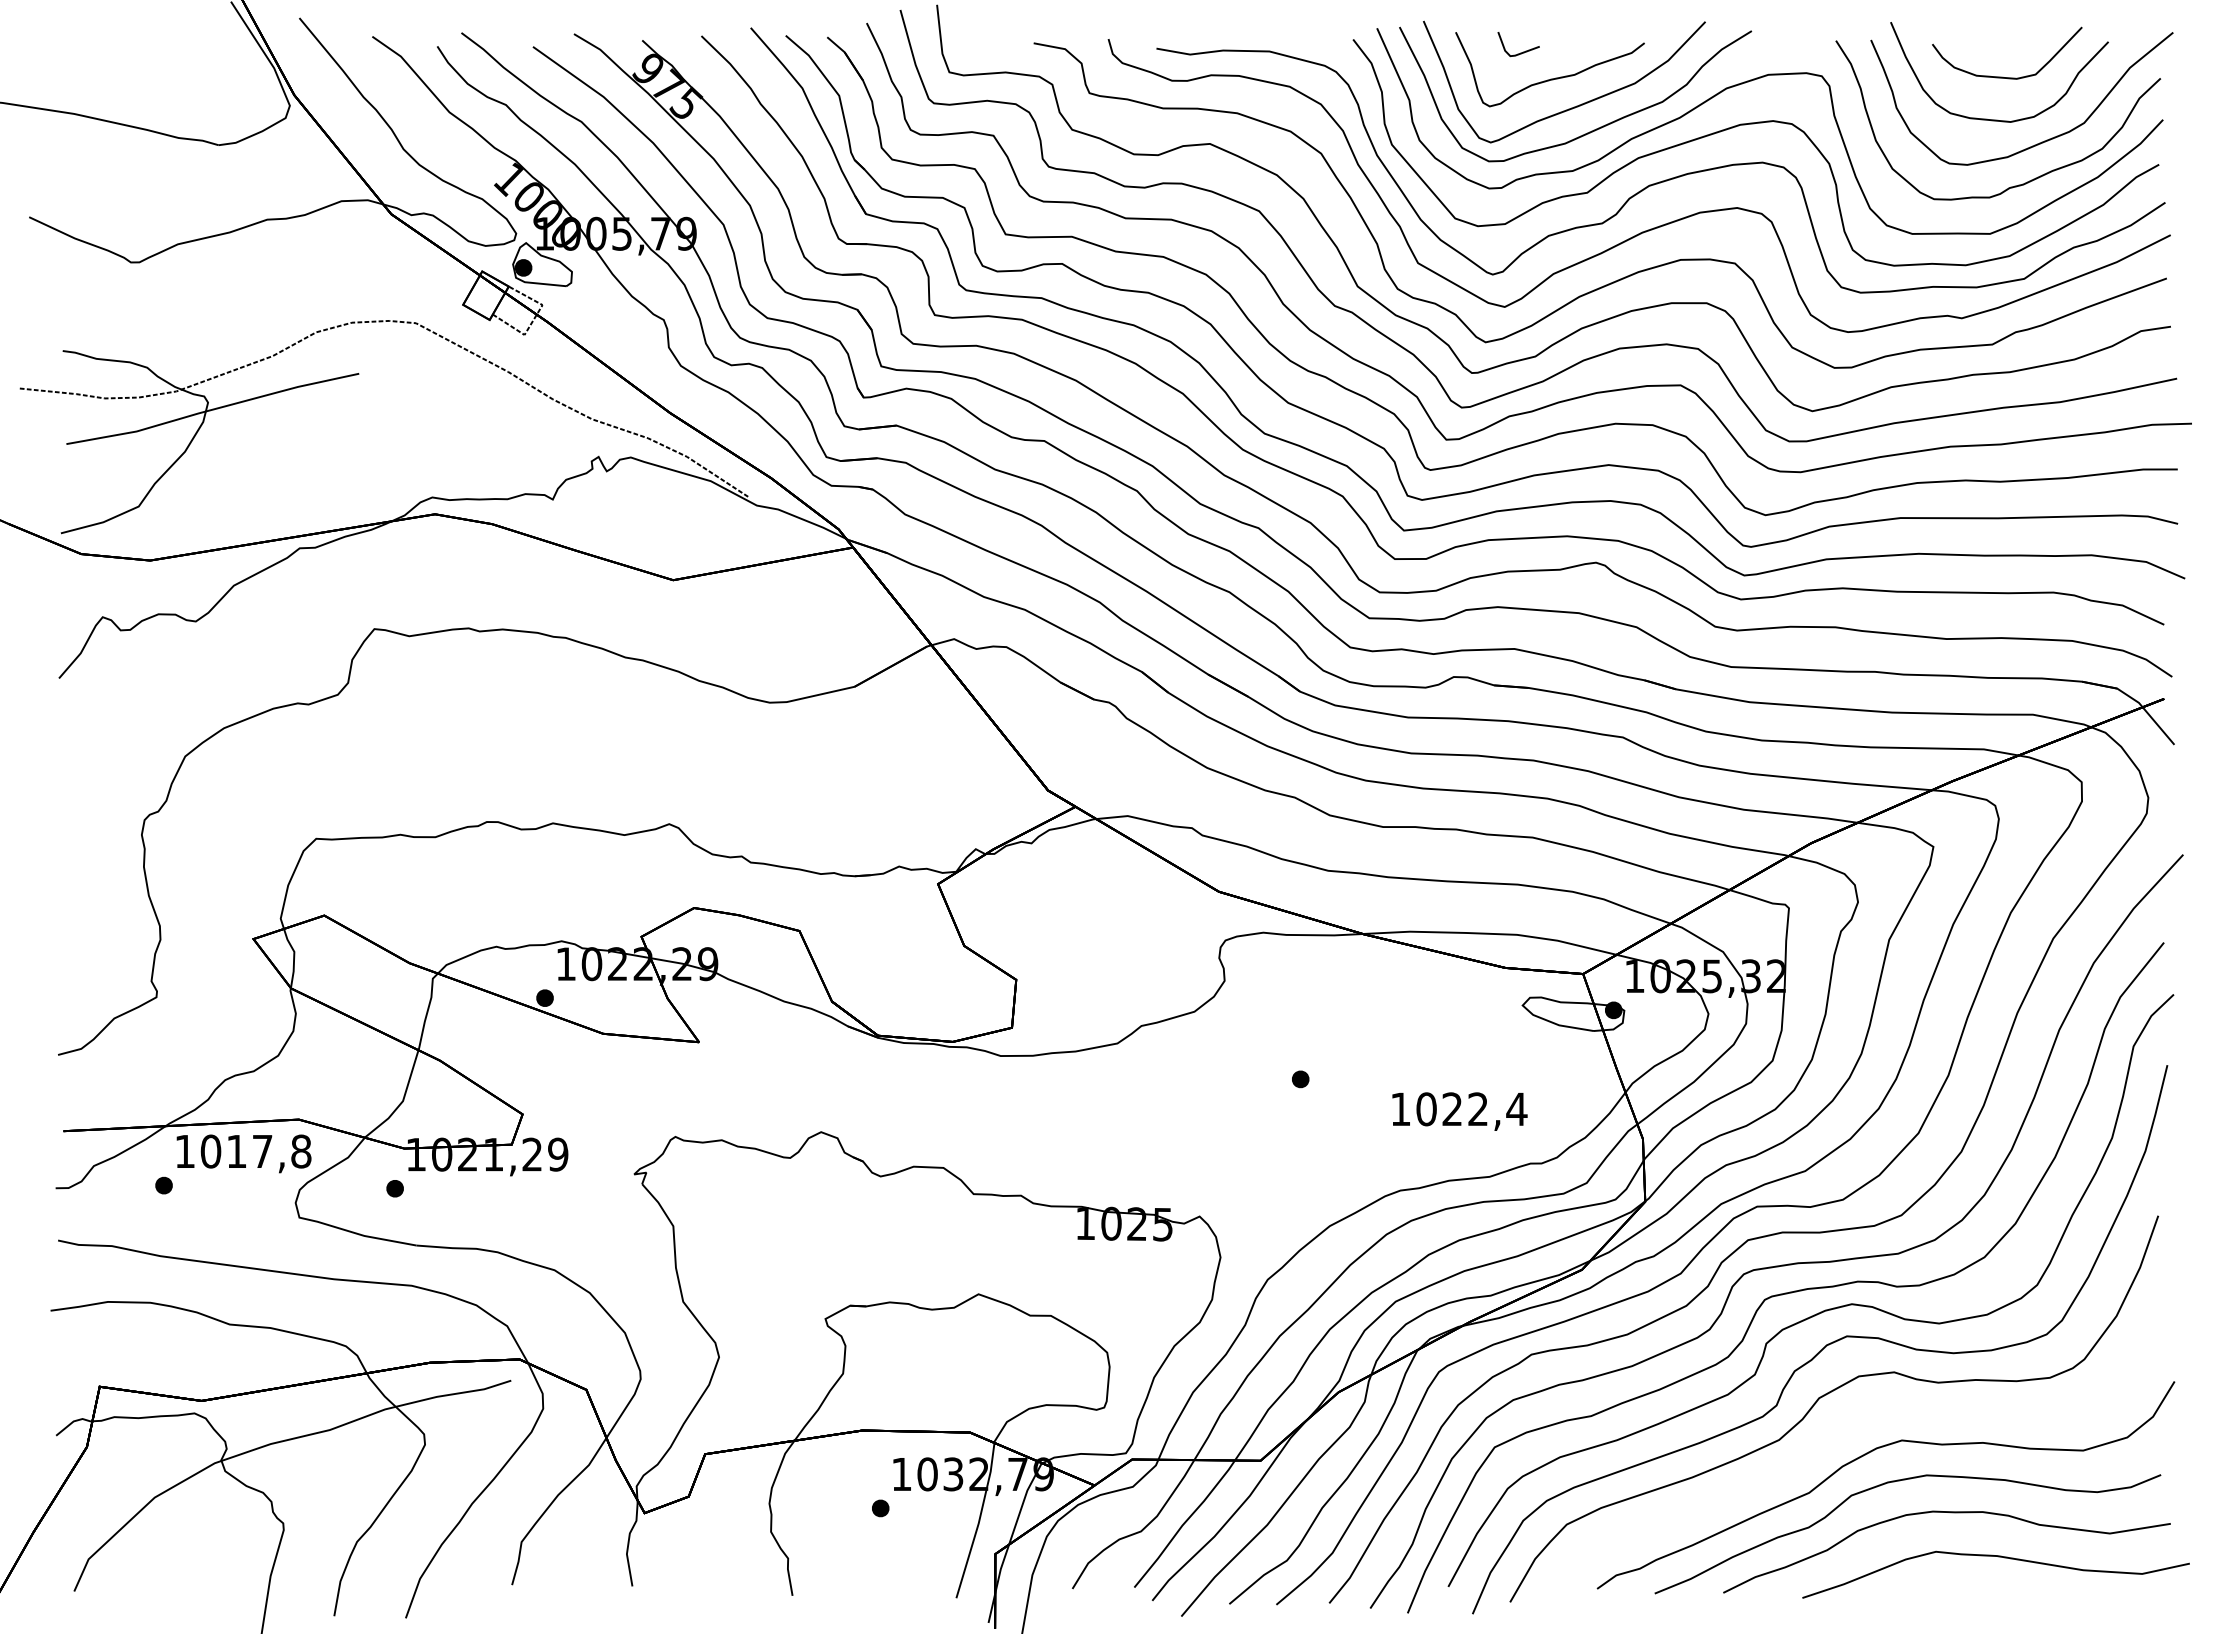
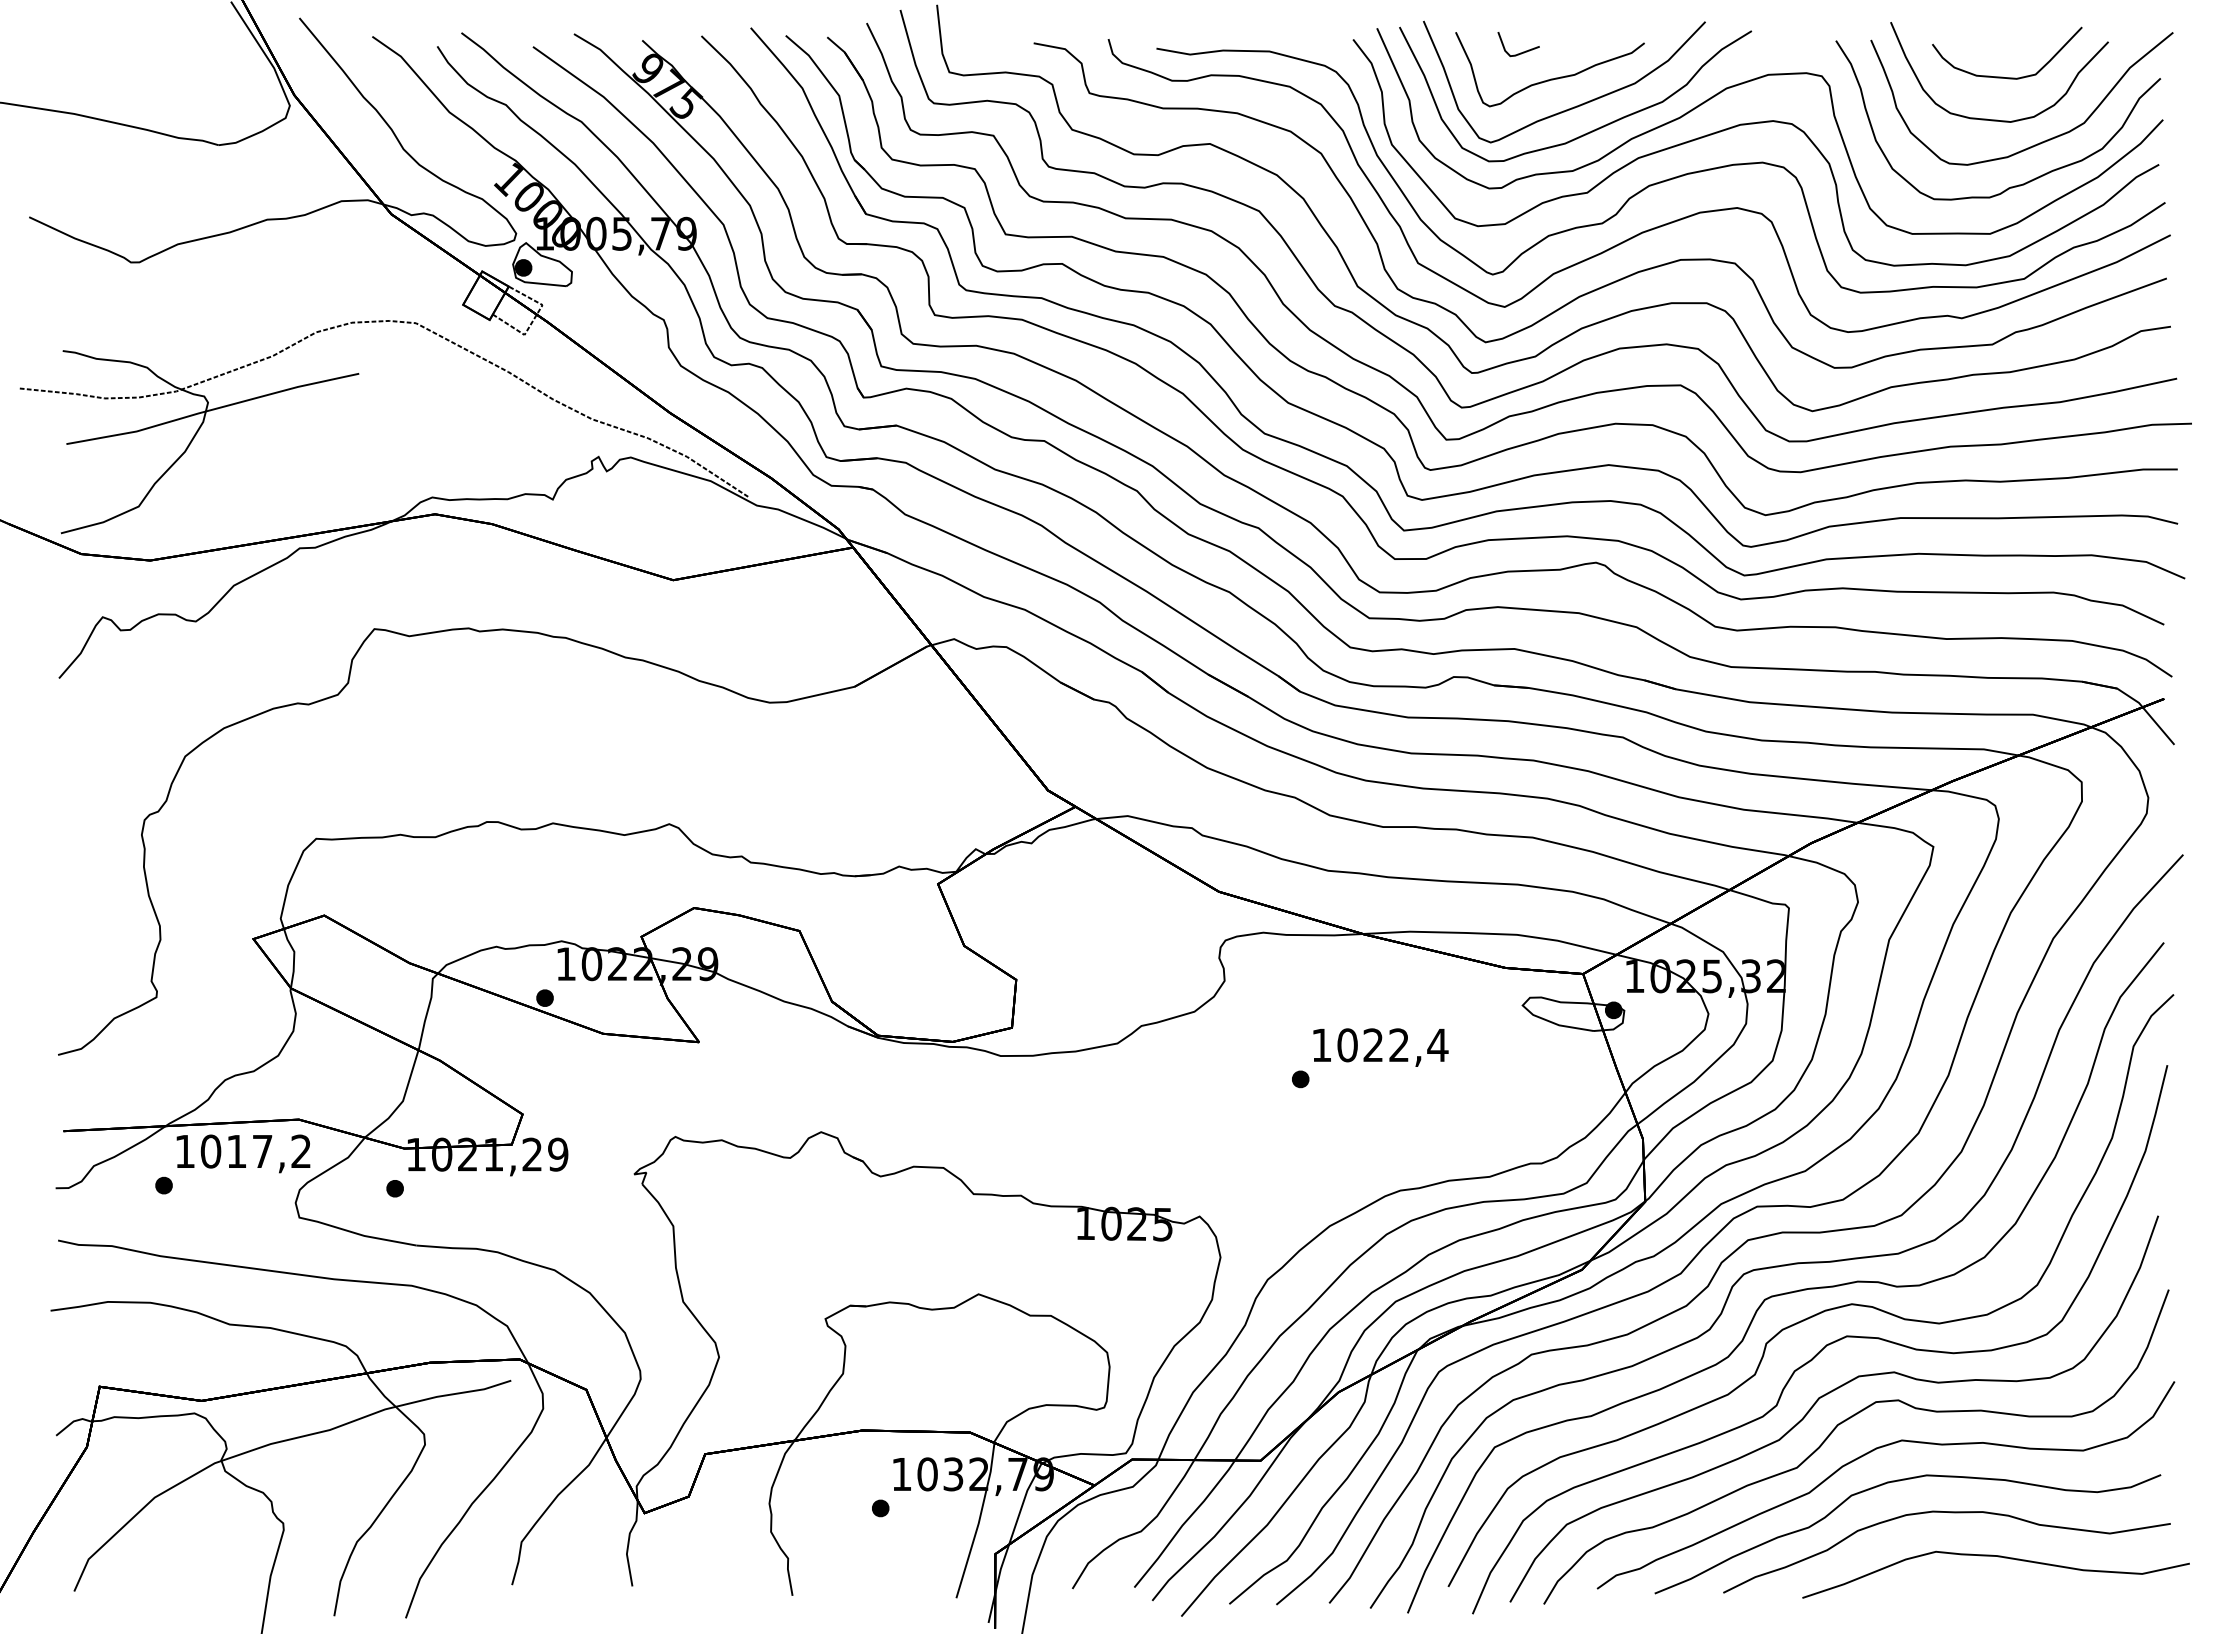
text at (1459, 1111) position: (1459, 1111) -> (1380, 1047)
text at (301, 1151): 1017,8 -> 1017,2
part at (1844, 1422): none -> present
